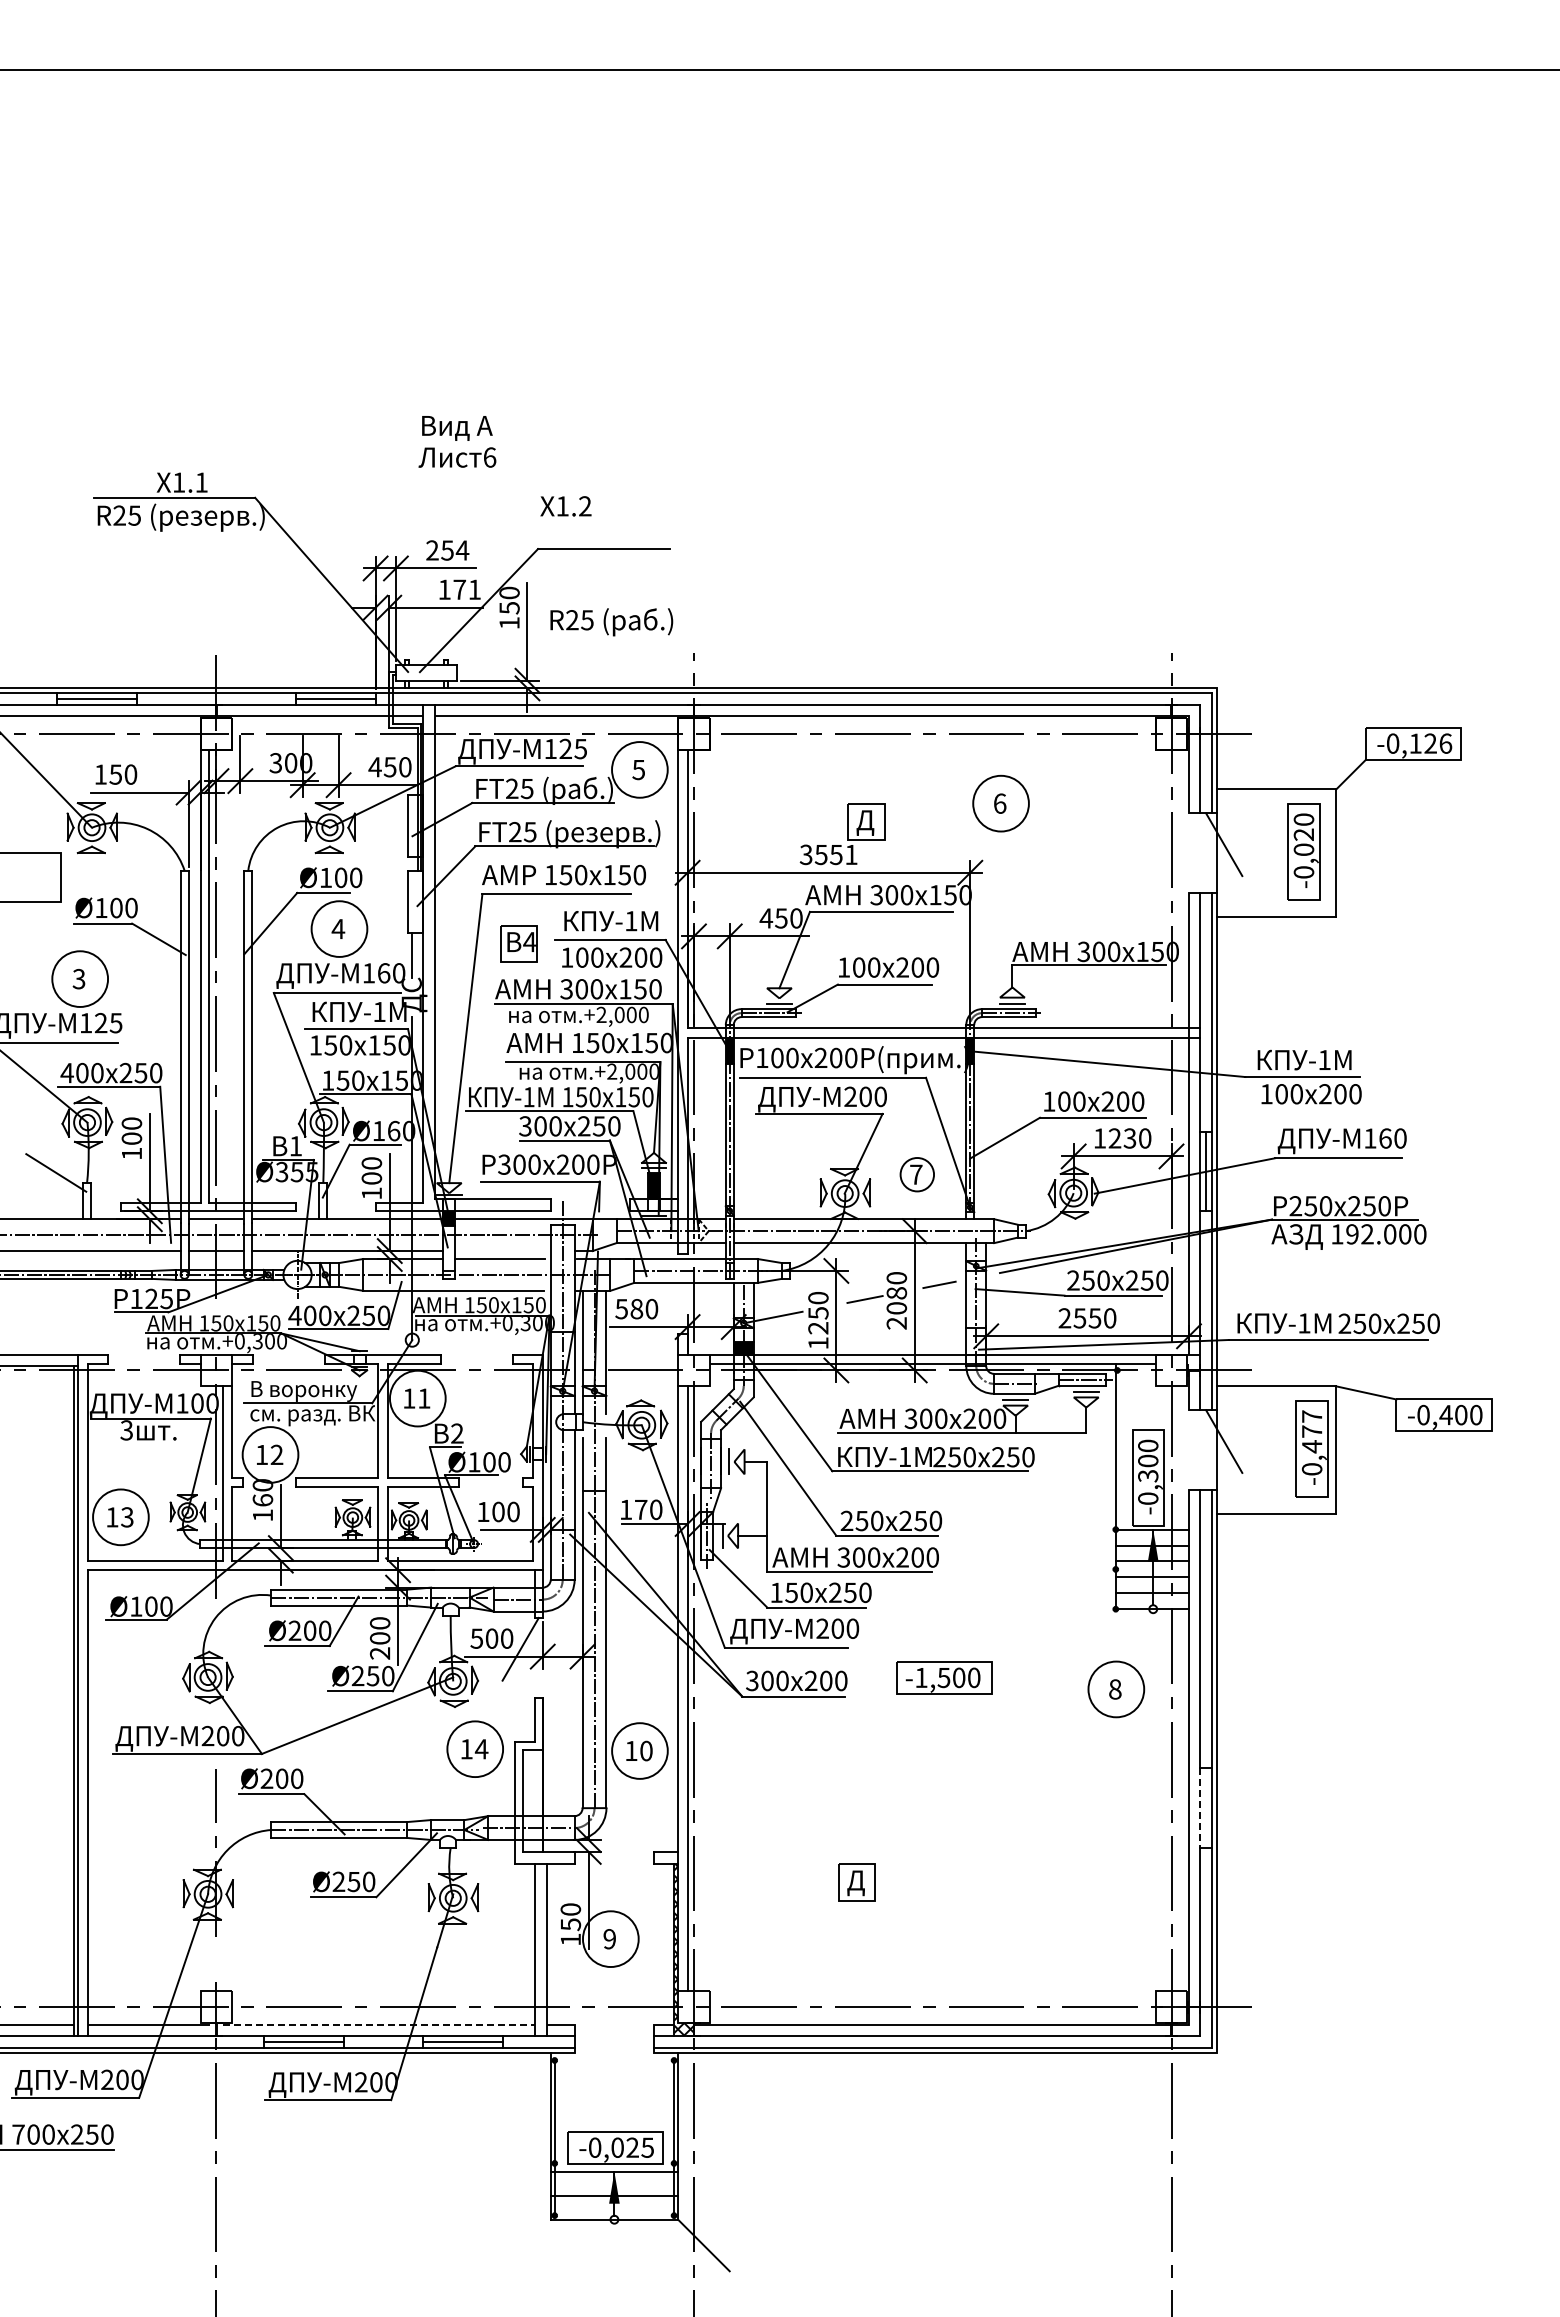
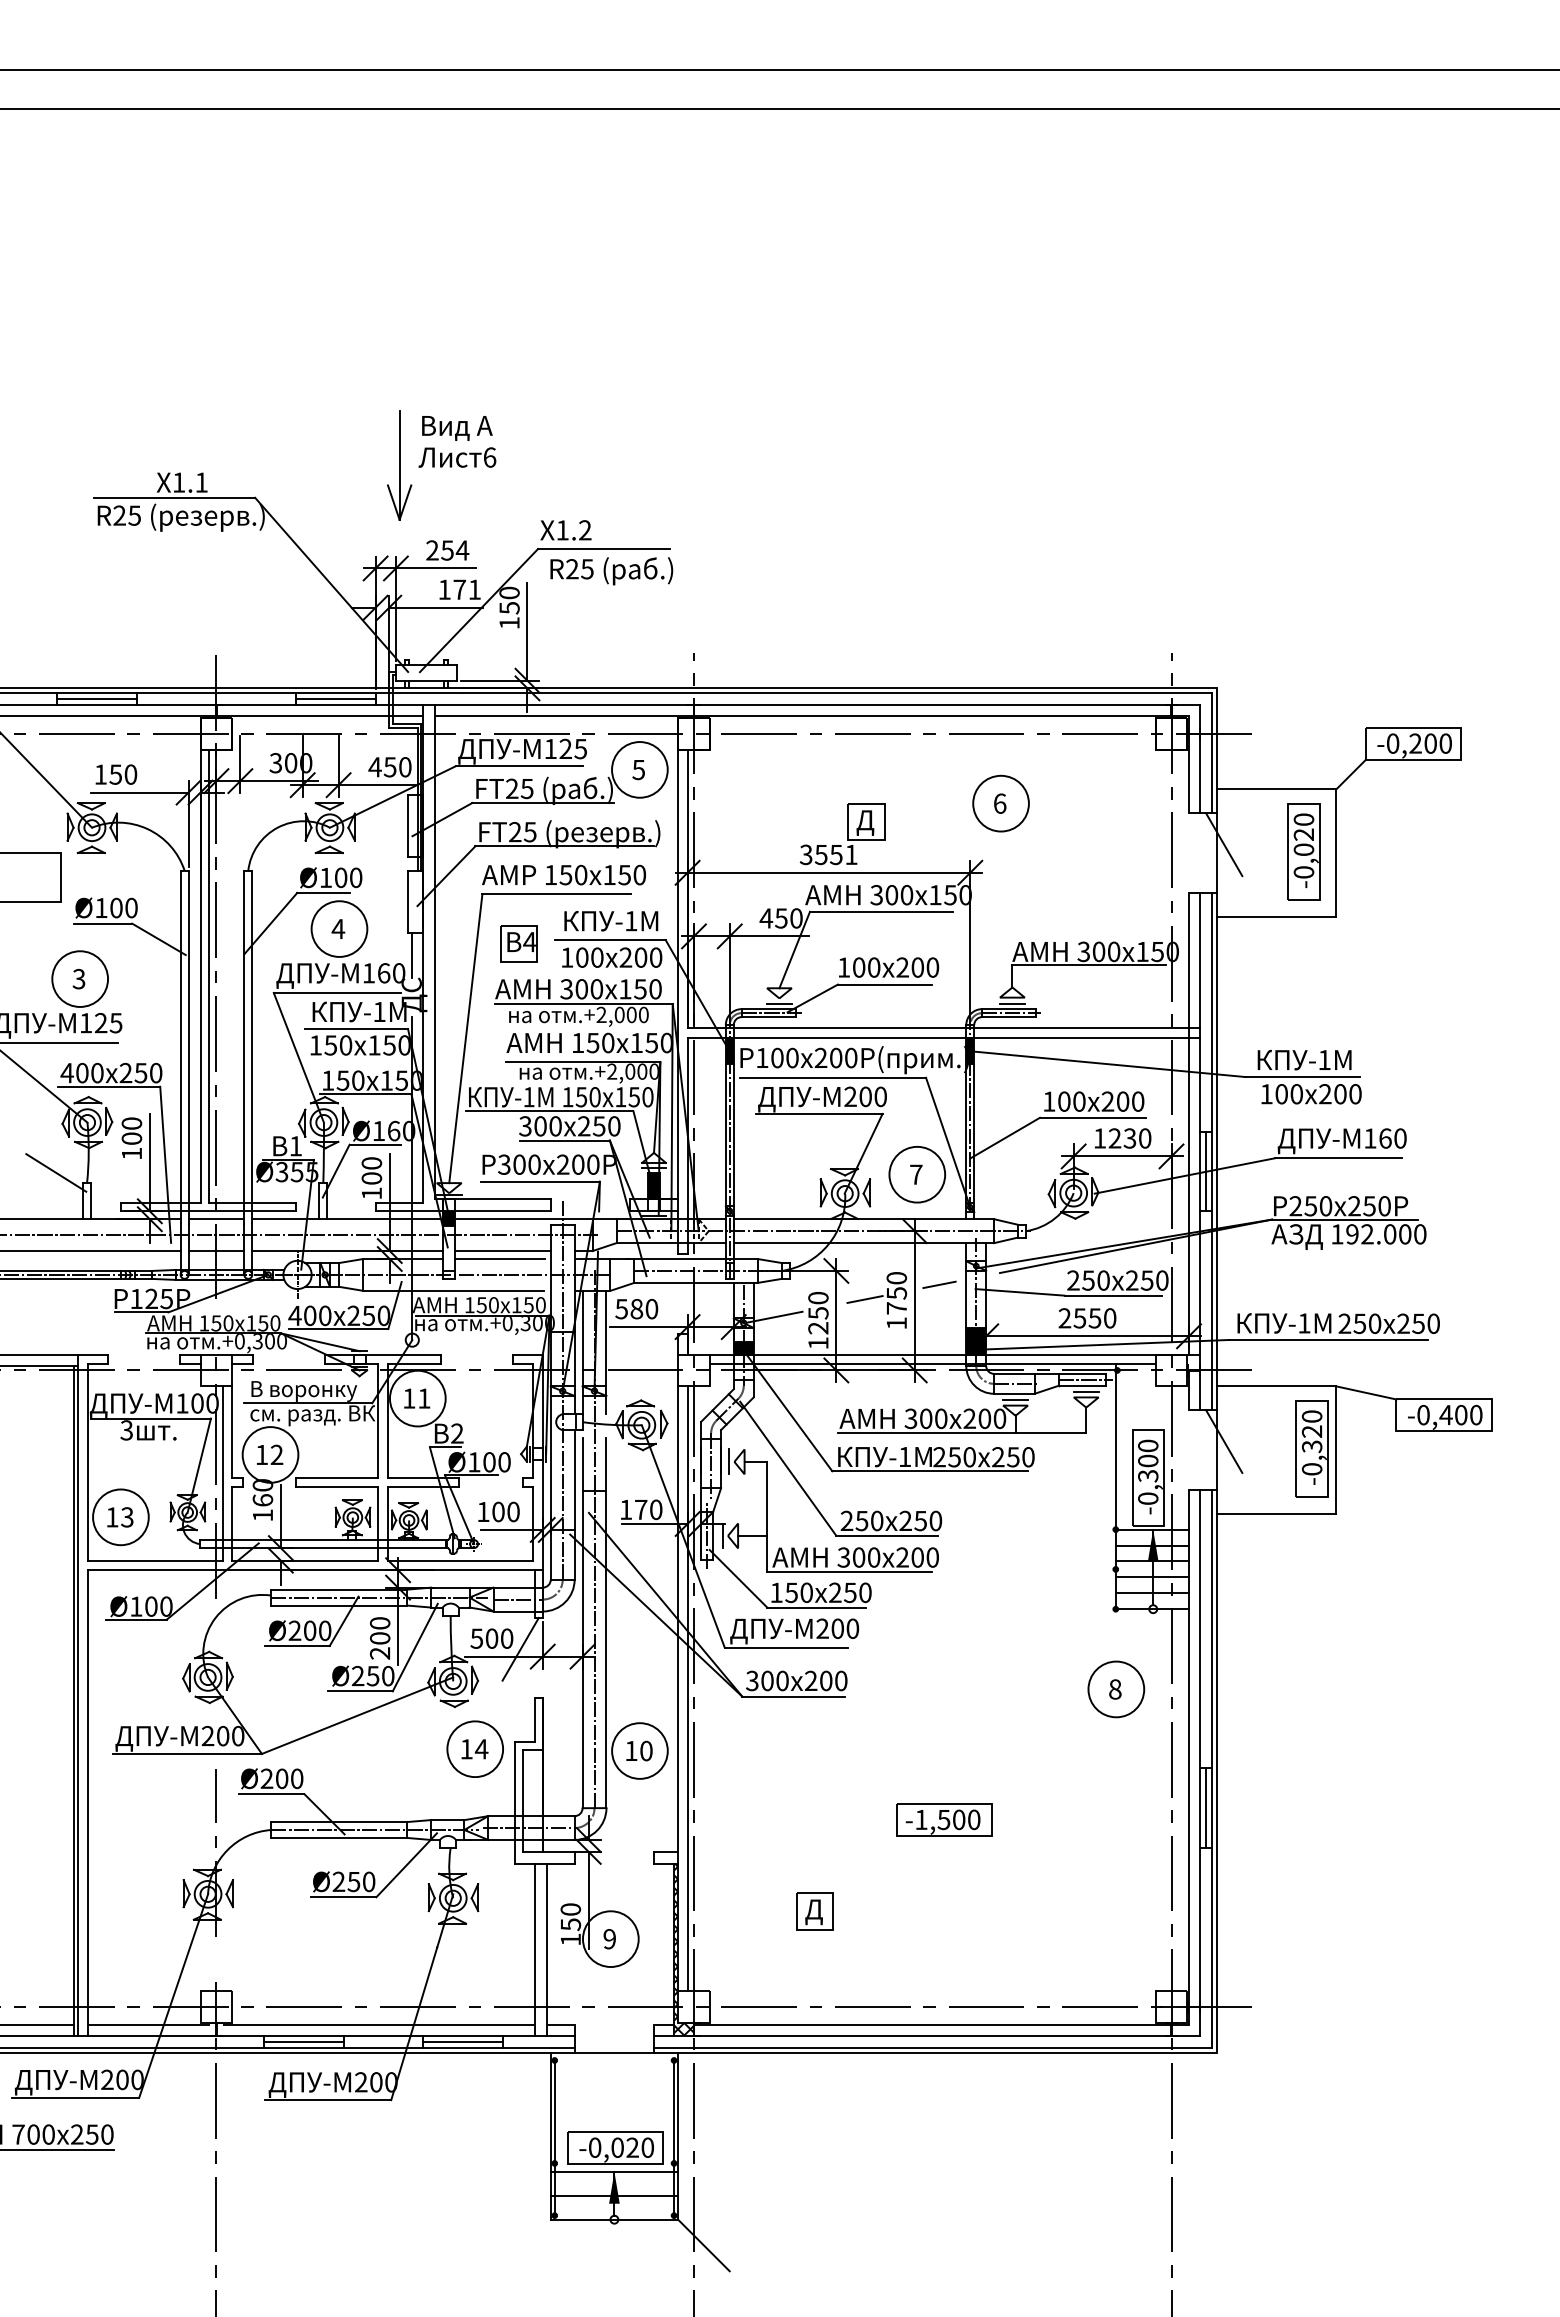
line at (779, 109): none -> present
part at (399, 465): none -> present
text at (565, 506) position: (565, 506) -> (565, 530)
text at (611, 622) position: (611, 622) -> (611, 571)
text at (1430, 743): -0,126 -> -0,200
circle at (917, 1174) diameter: 33 px -> 56 px
line at (502, 1251): none -> present
text at (896, 1308): 2080 -> 1750
fill at (976, 1341): none -> present
text at (1311, 1431): -0,477 -> -0,320
part at (944, 1677) position: (944, 1677) -> (944, 1819)
line at (1206, 1807): none -> present
line at (1200, 1808): dashed -> solid
part at (856, 1882) position: (856, 1882) -> (814, 1911)
line at (378, 2024): dashed -> solid
line at (614, 2052): none -> present
text at (647, 2147): -0,025 -> -0,020
